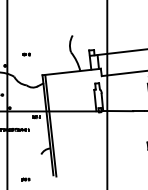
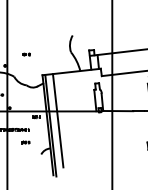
line at (107, 94) position: (107, 94) -> (112, 94)
line at (57, 120): none -> present
part at (25, 179) position: (25, 179) -> (25, 142)
